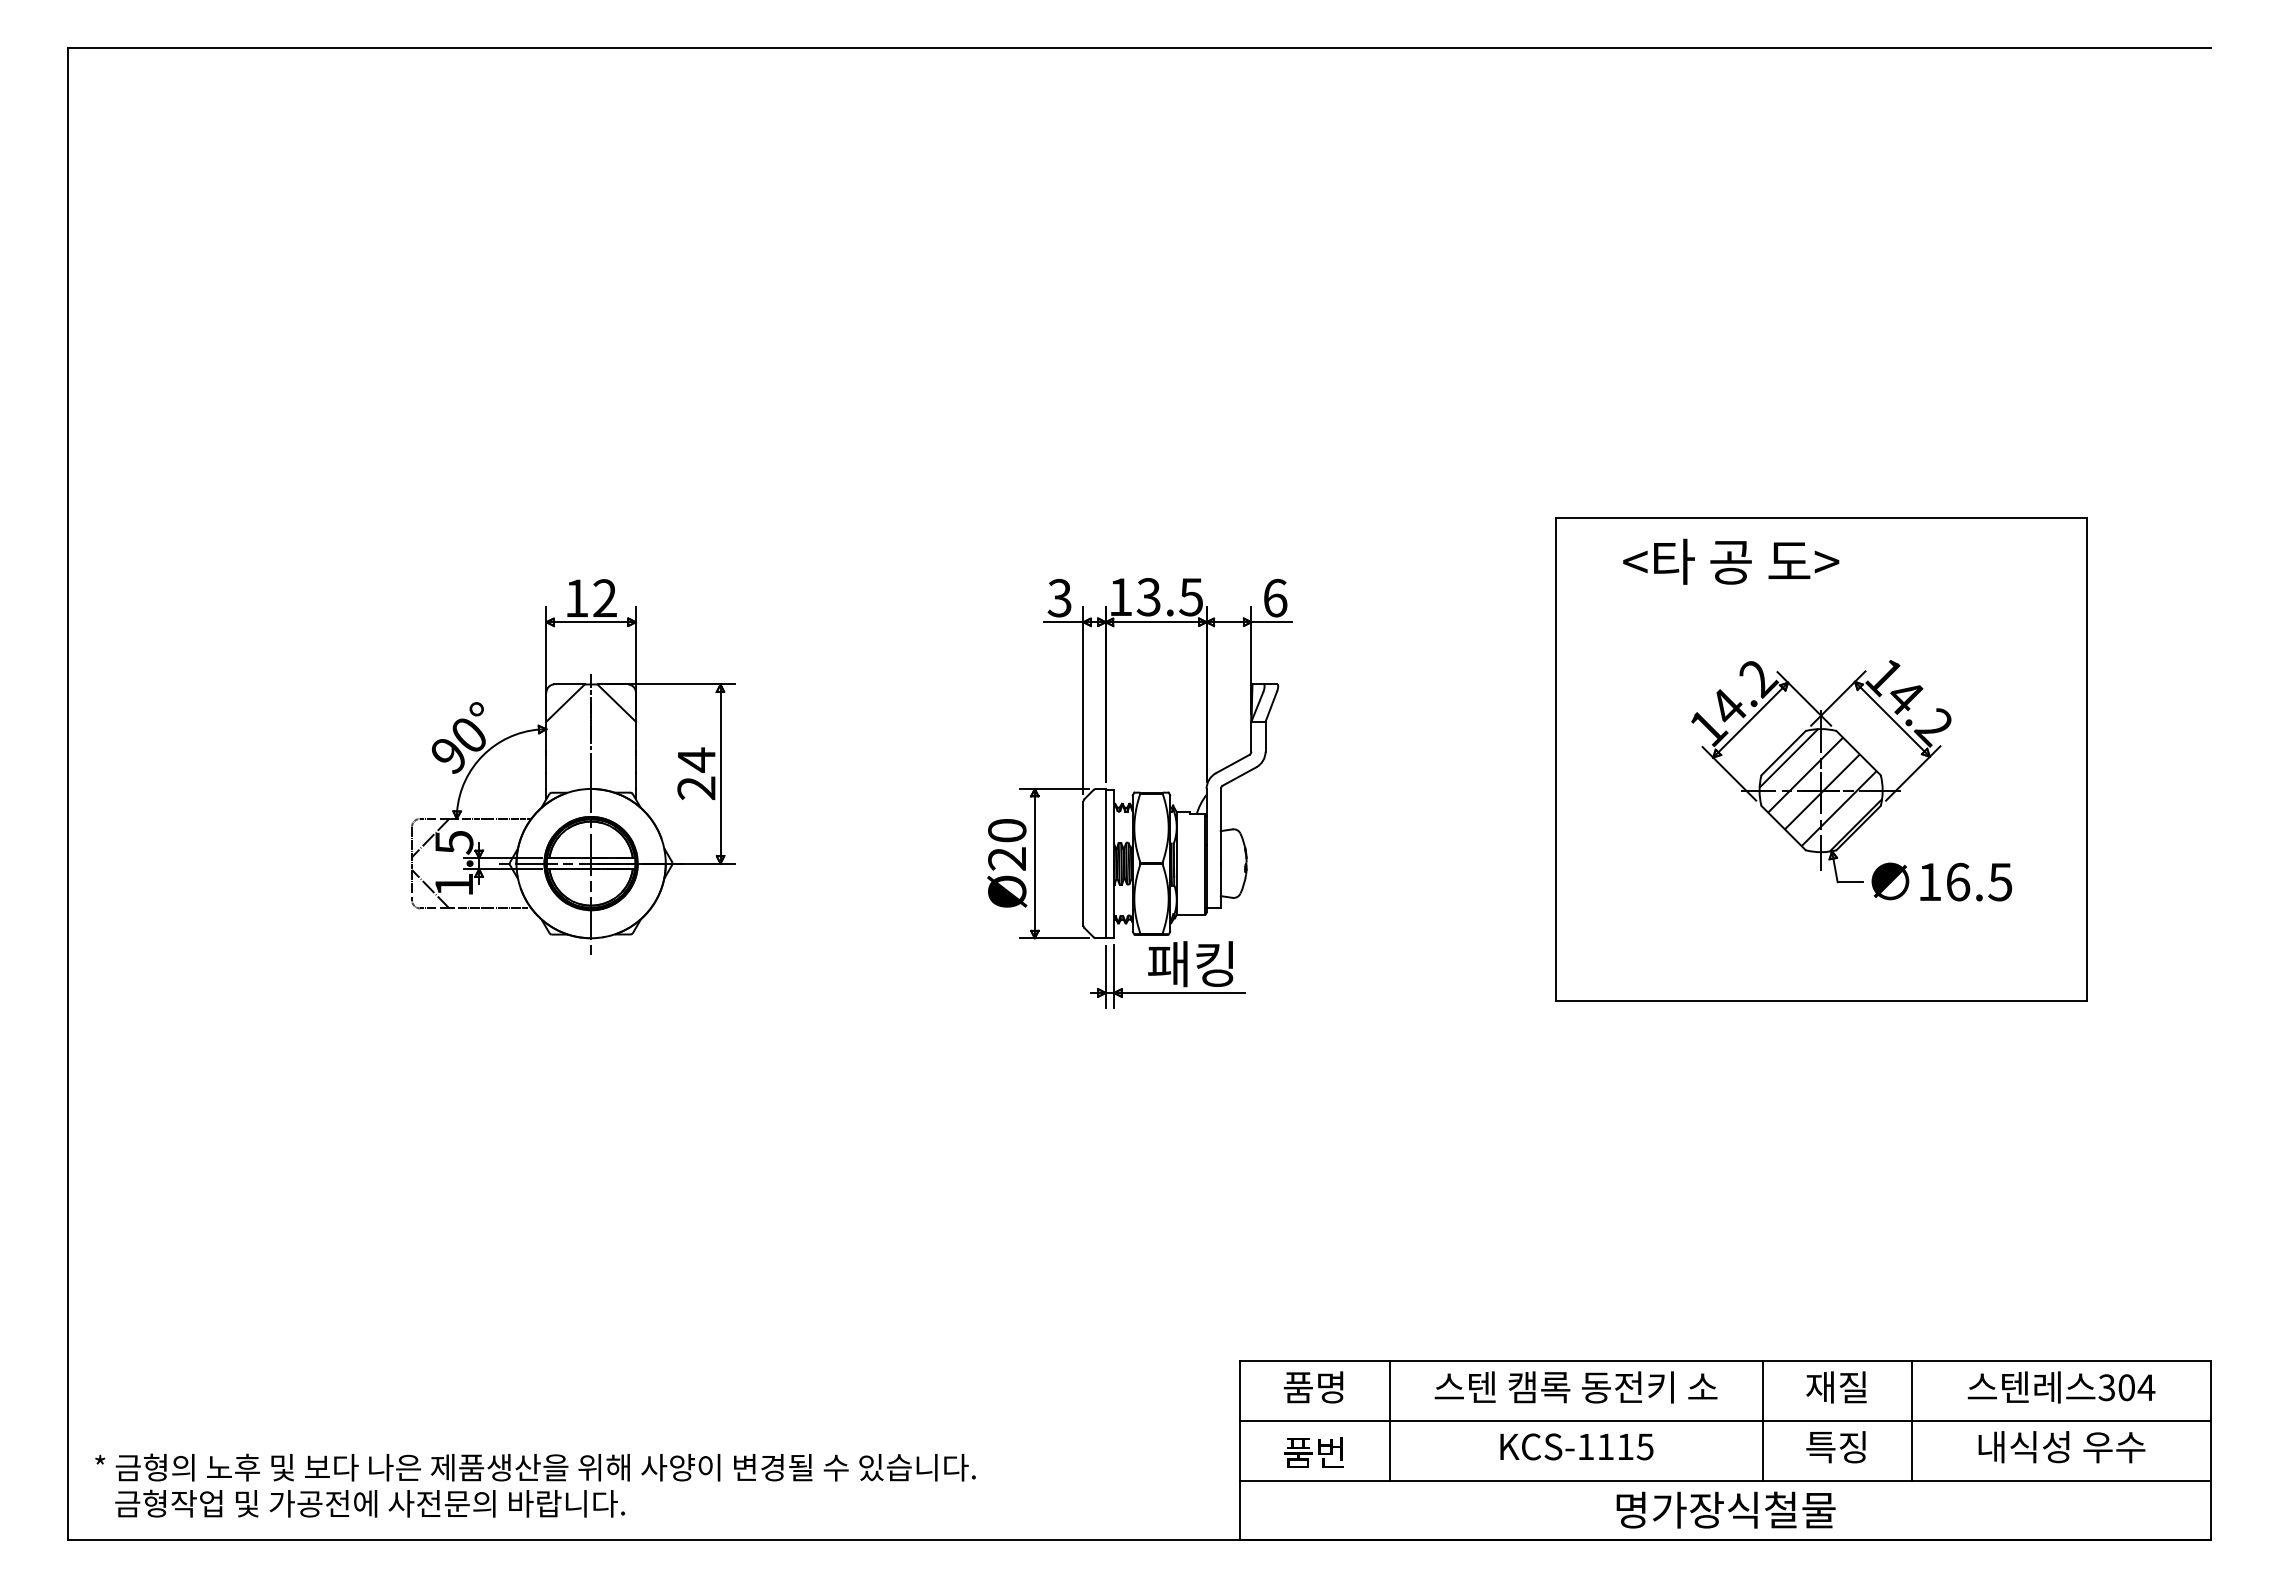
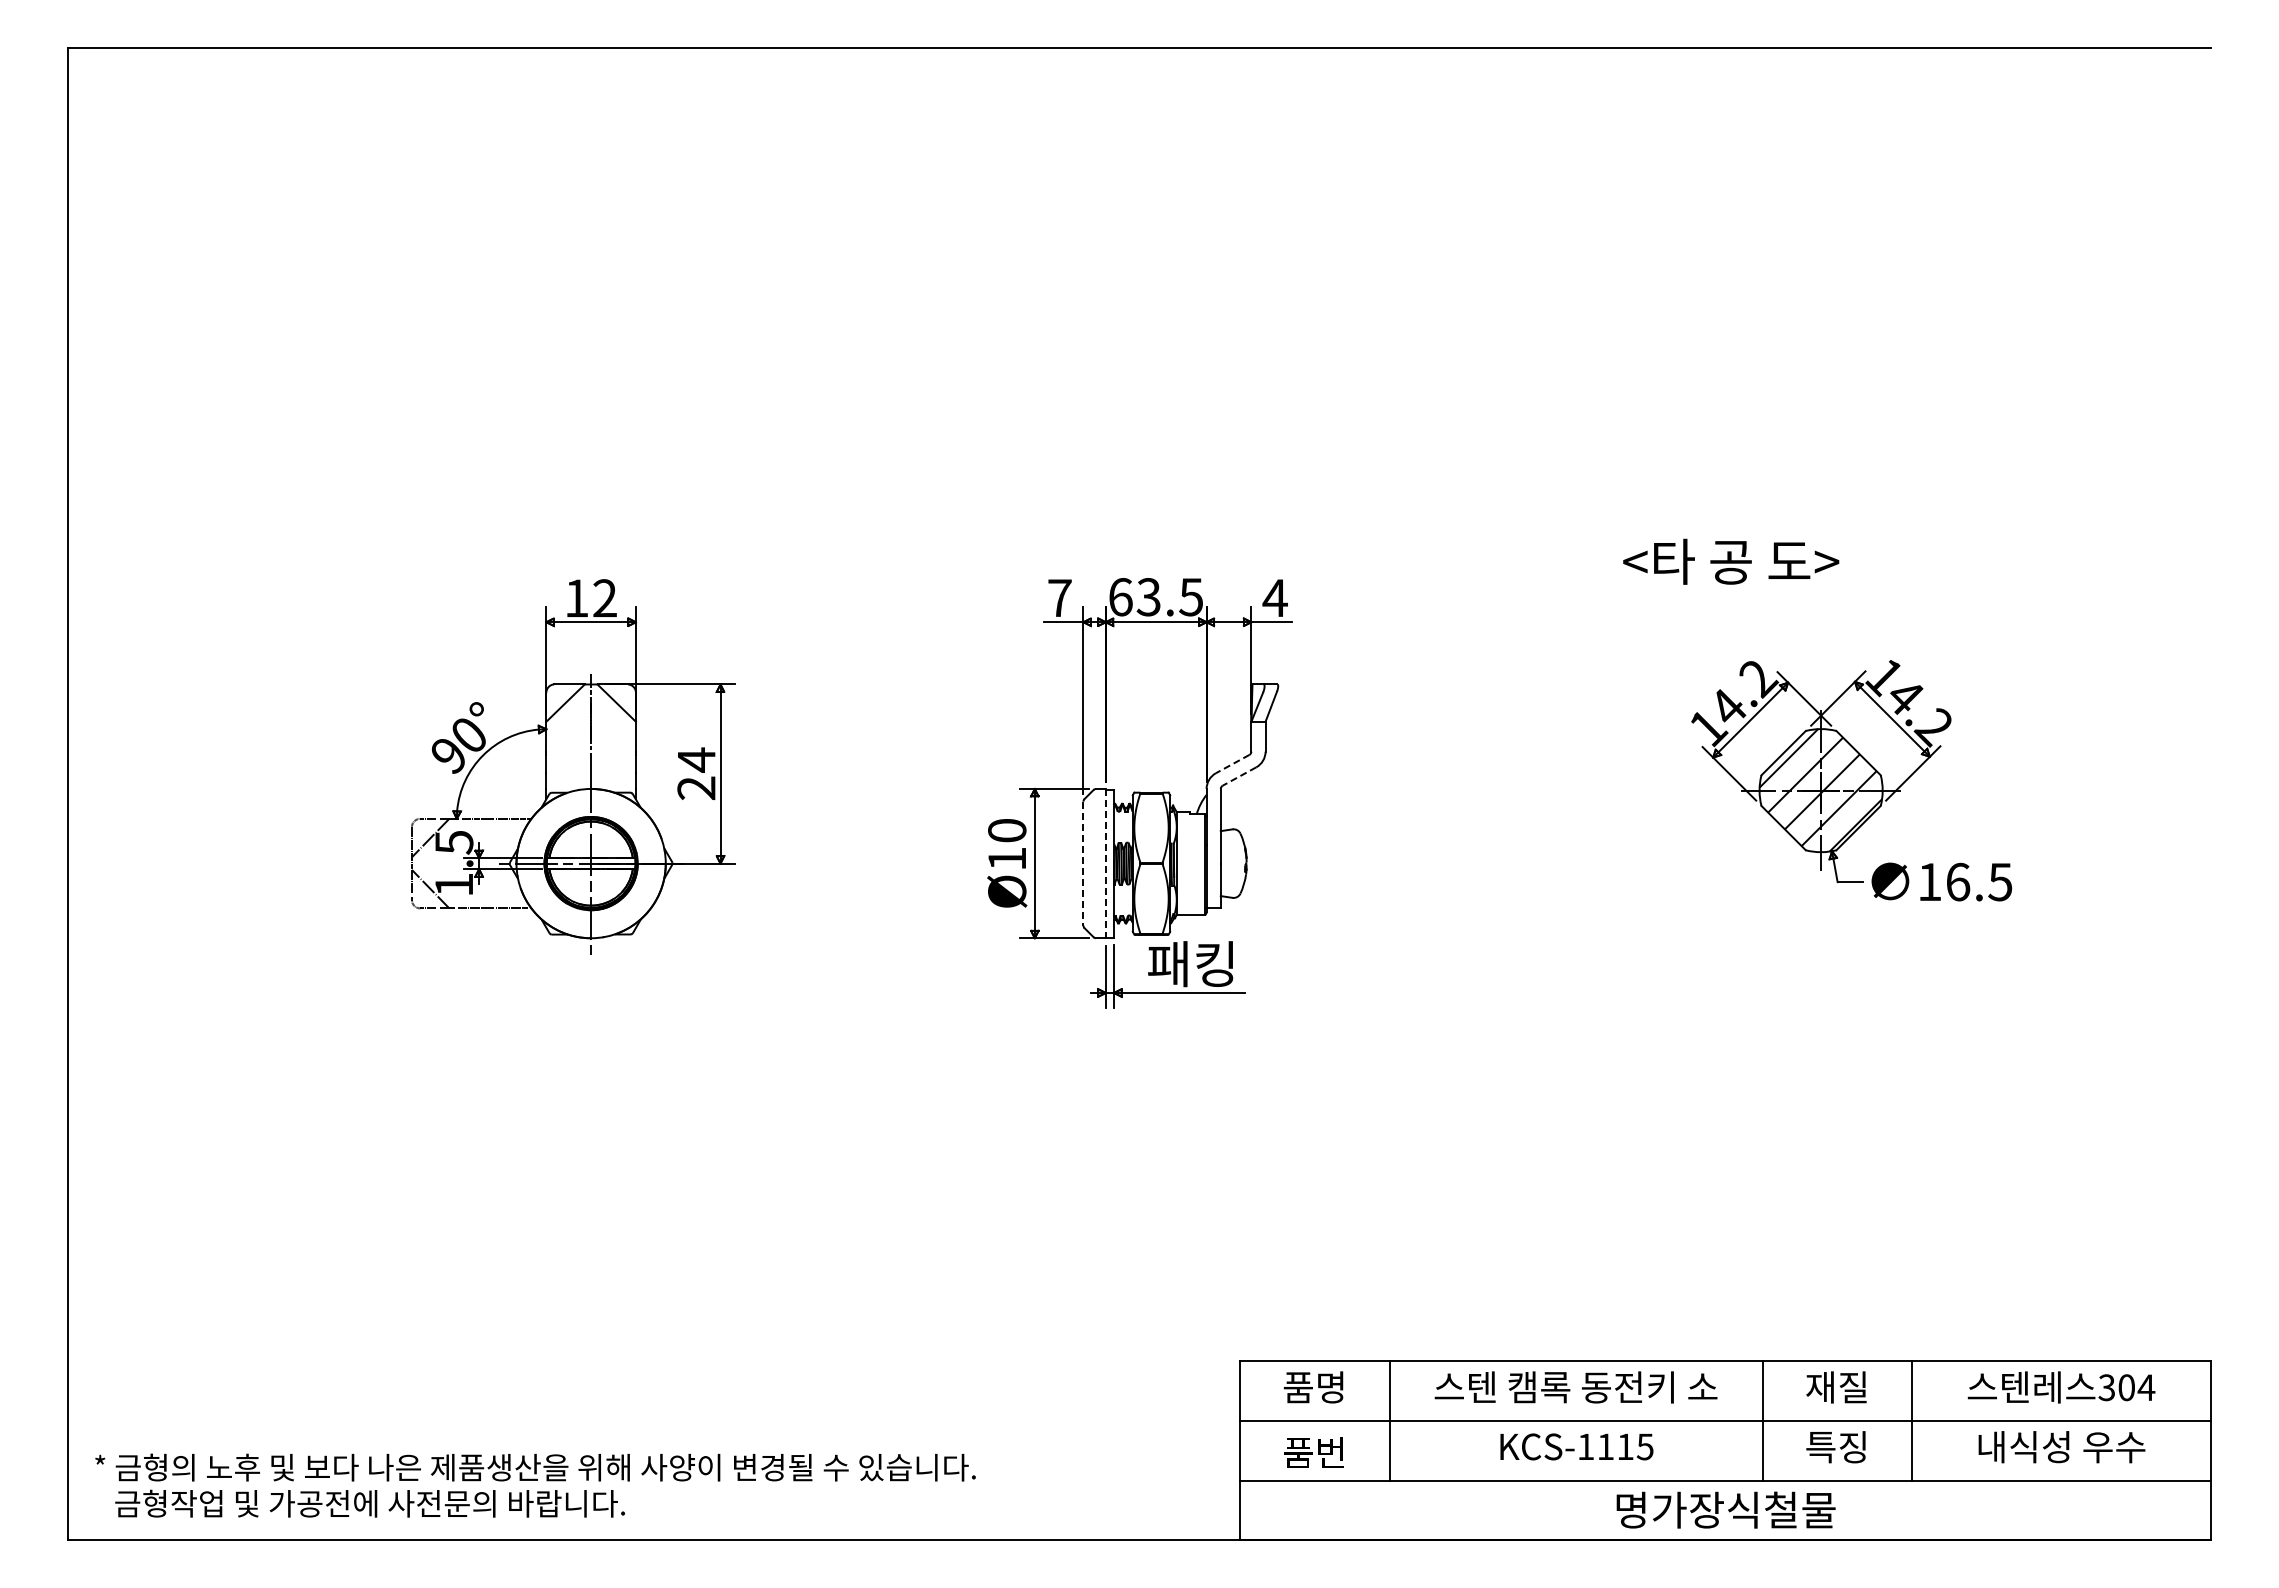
text at (1059, 597): 3 -> 7
text at (1120, 597): 13.5 -> 63.5
text at (1274, 597): 6 -> 4
part at (1821, 759): present -> none
line at (1232, 764): solid -> dashed
line at (1239, 776): solid -> dashed
text at (1006, 858): Ø20 -> Ø10
line at (1083, 863): solid -> dashed
line at (1105, 863): solid -> dashed
